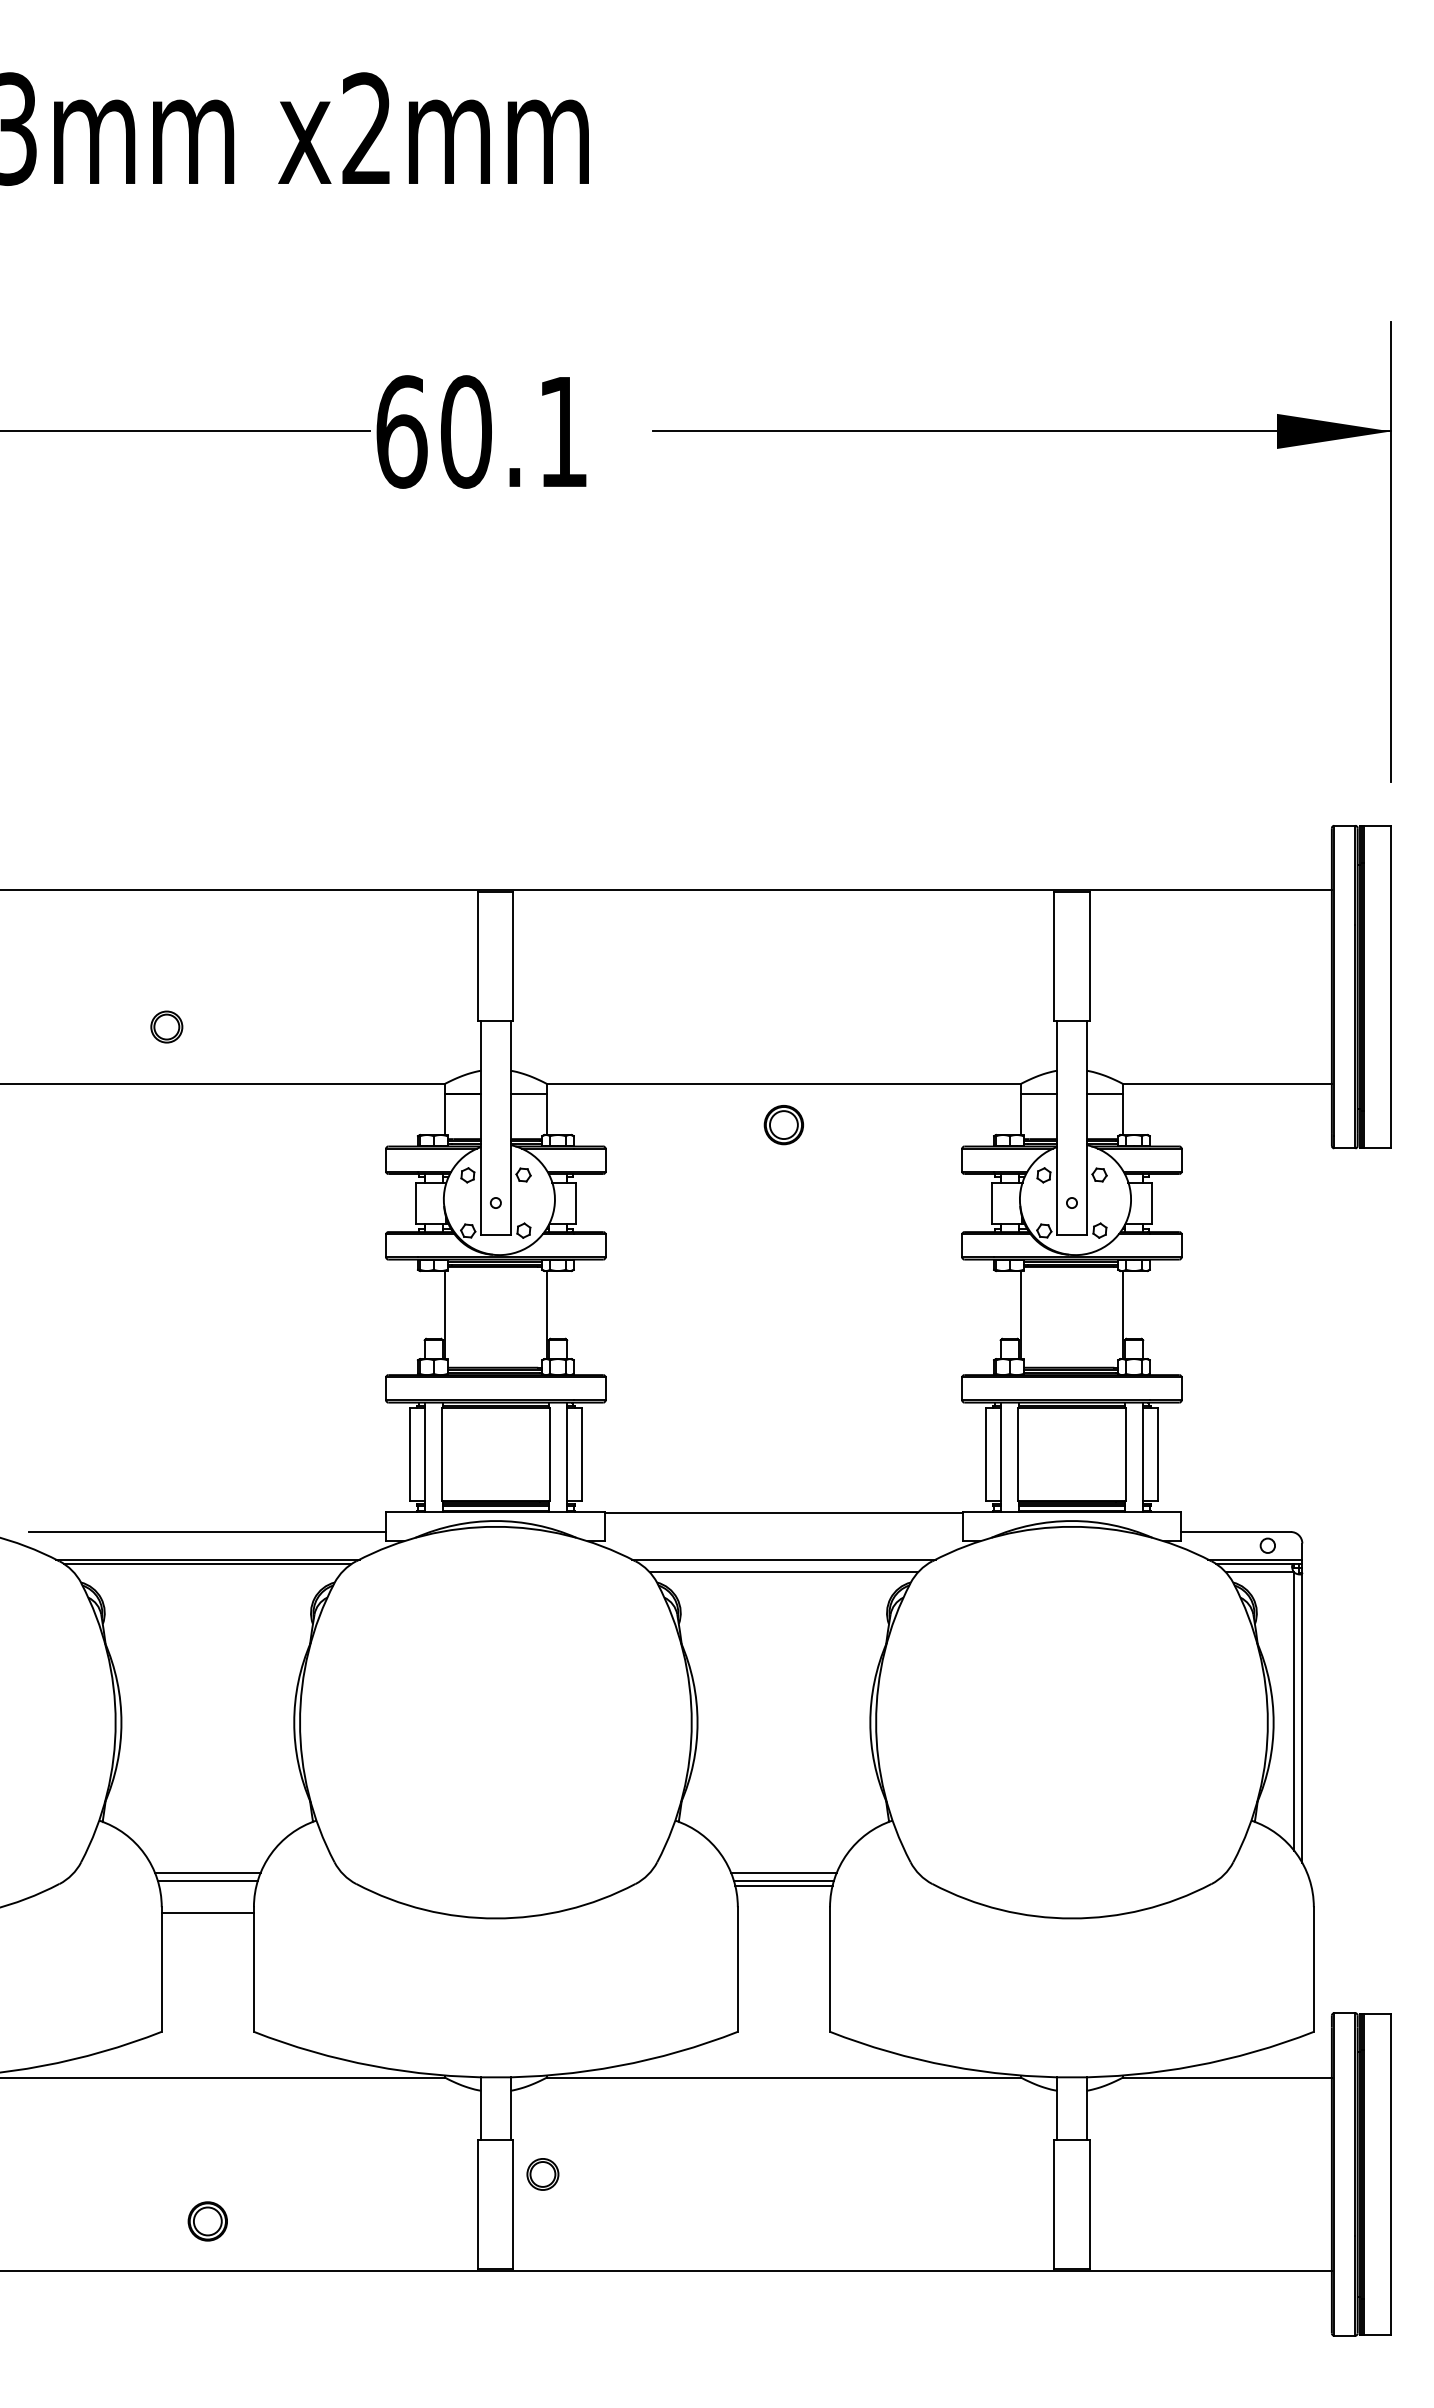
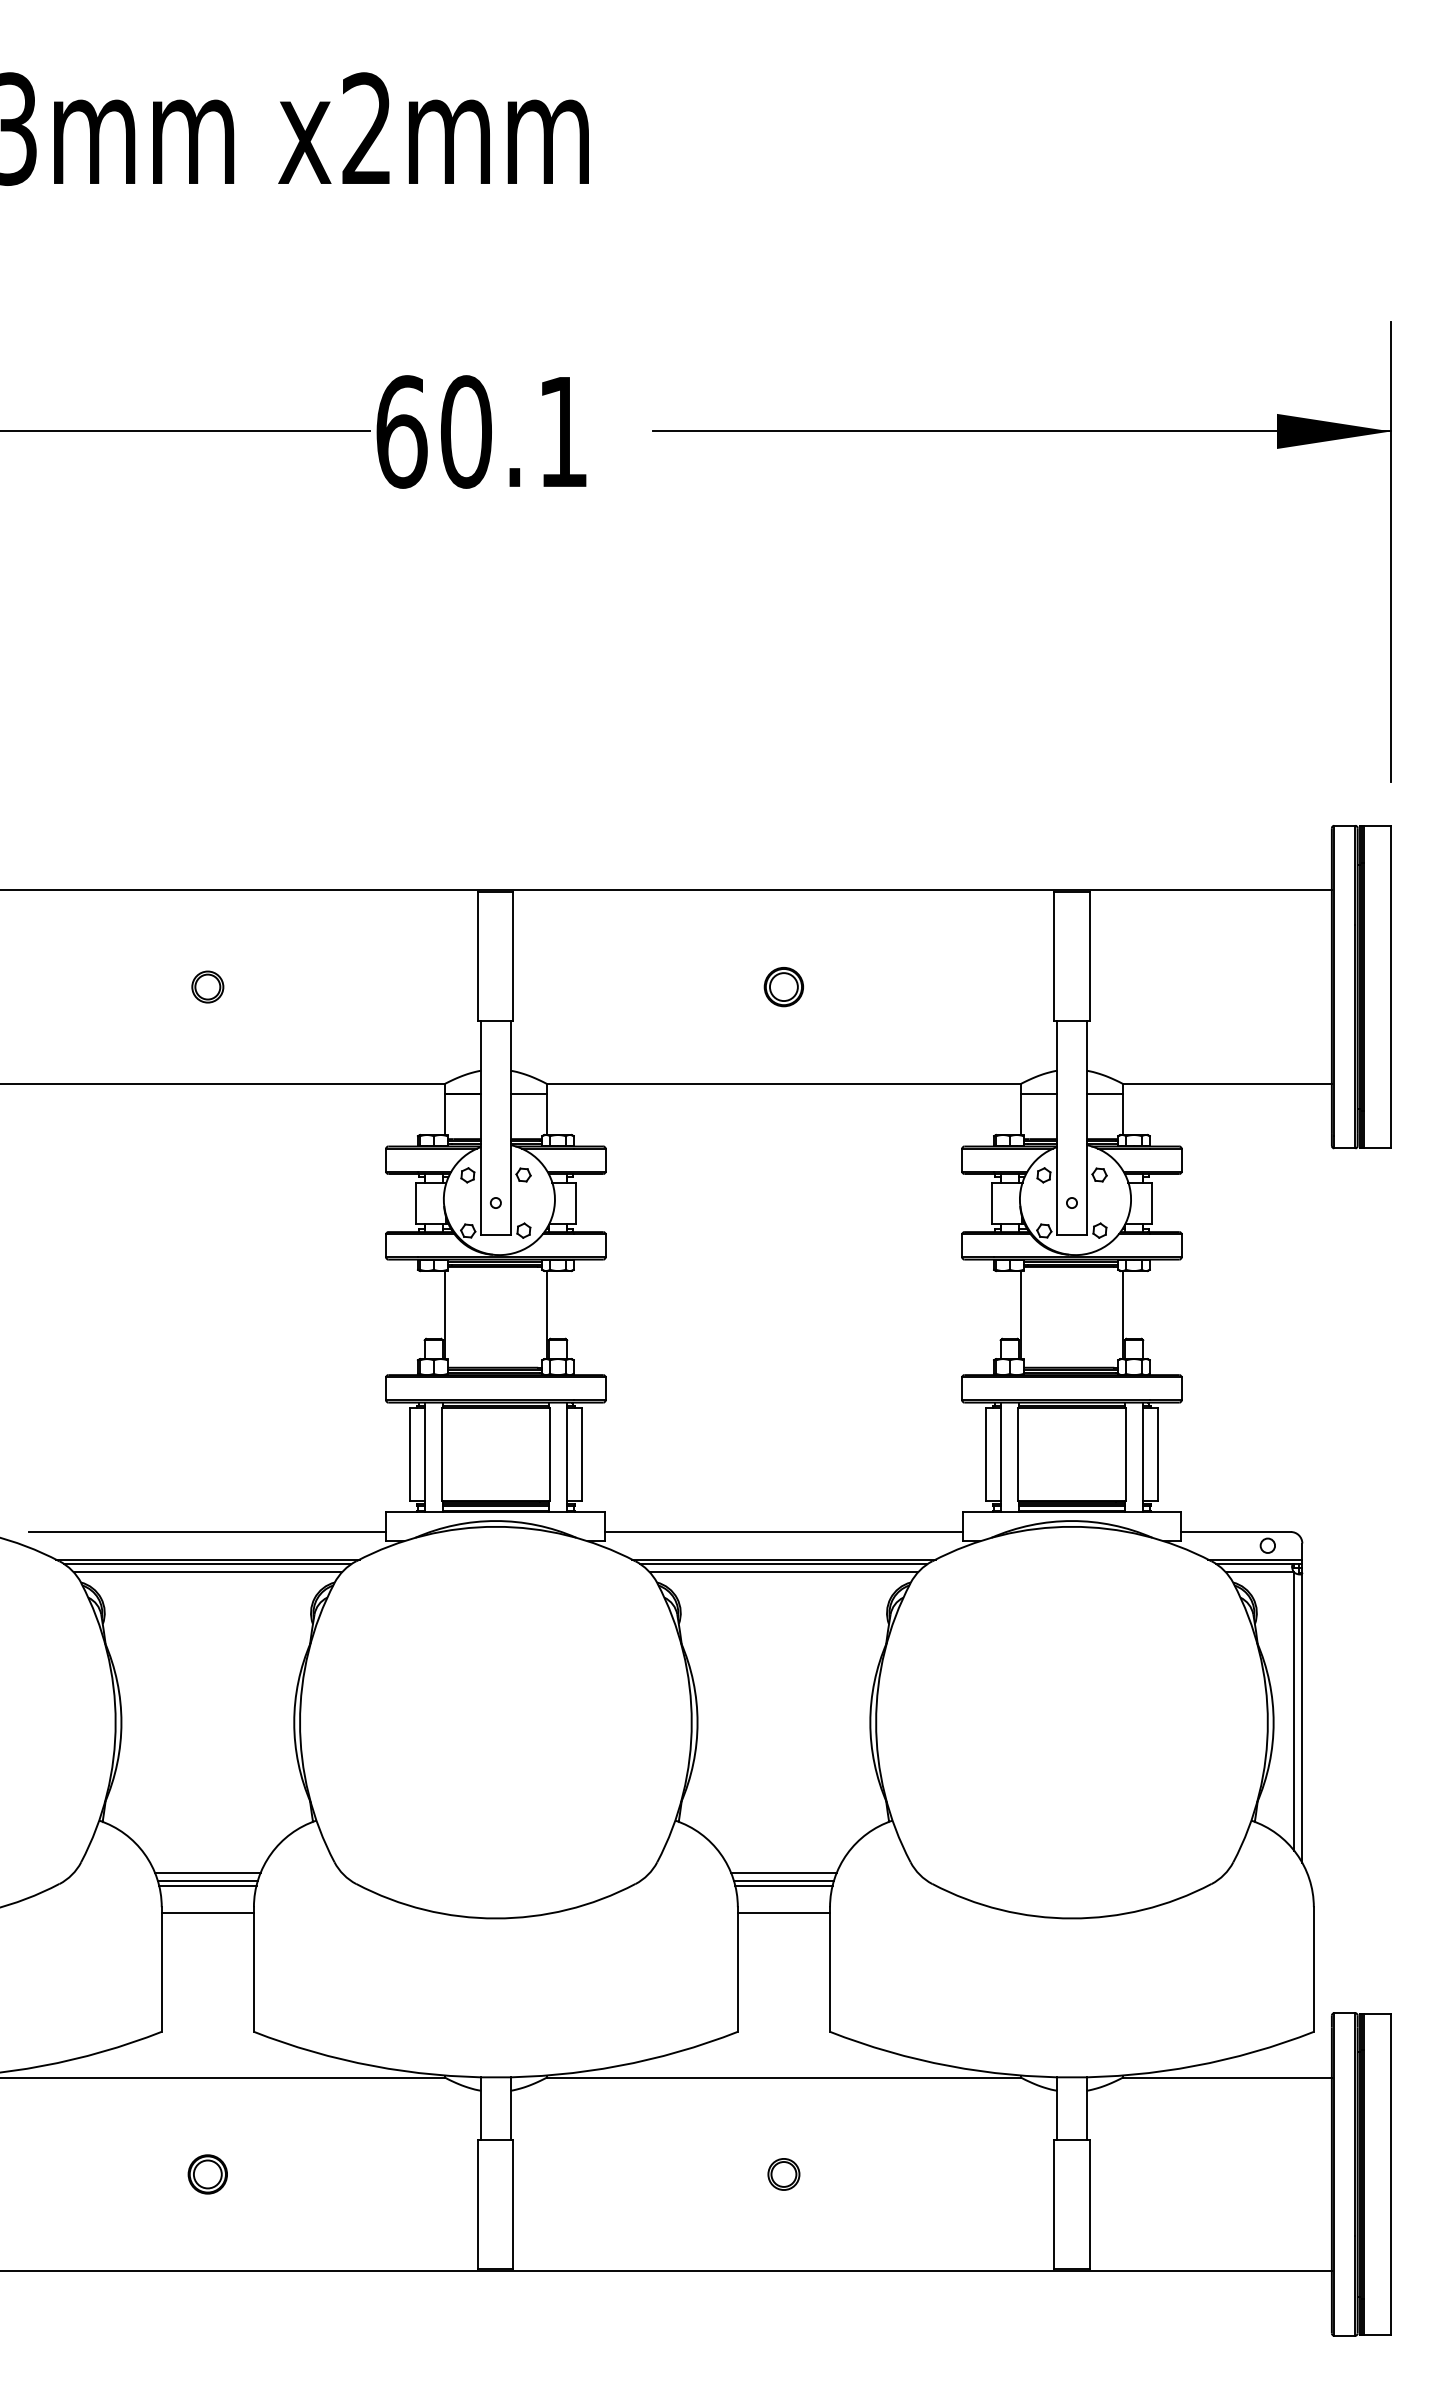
part at (166, 1026) position: (166, 1026) -> (207, 986)
part at (783, 1125) position: (783, 1125) -> (783, 987)
line at (783, 1513) position: (783, 1513) -> (783, 1532)
line at (783, 1564): none -> present
line at (207, 1572): none -> present
line at (207, 1885): none -> present
line at (783, 1913): none -> present
part at (542, 2174) position: (542, 2174) -> (783, 2174)
part at (207, 2221) position: (207, 2221) -> (207, 2174)
